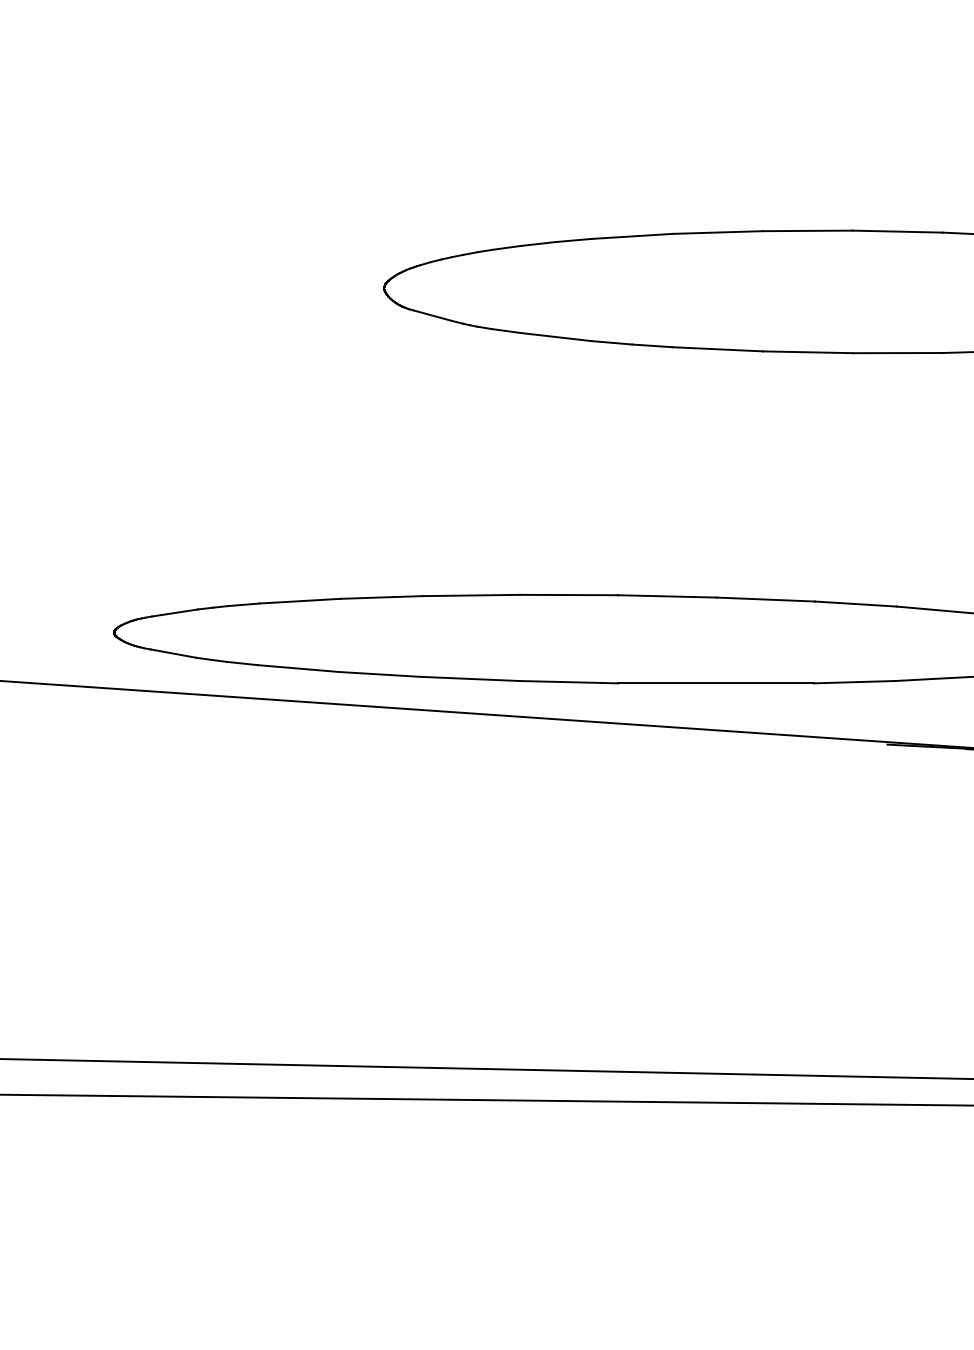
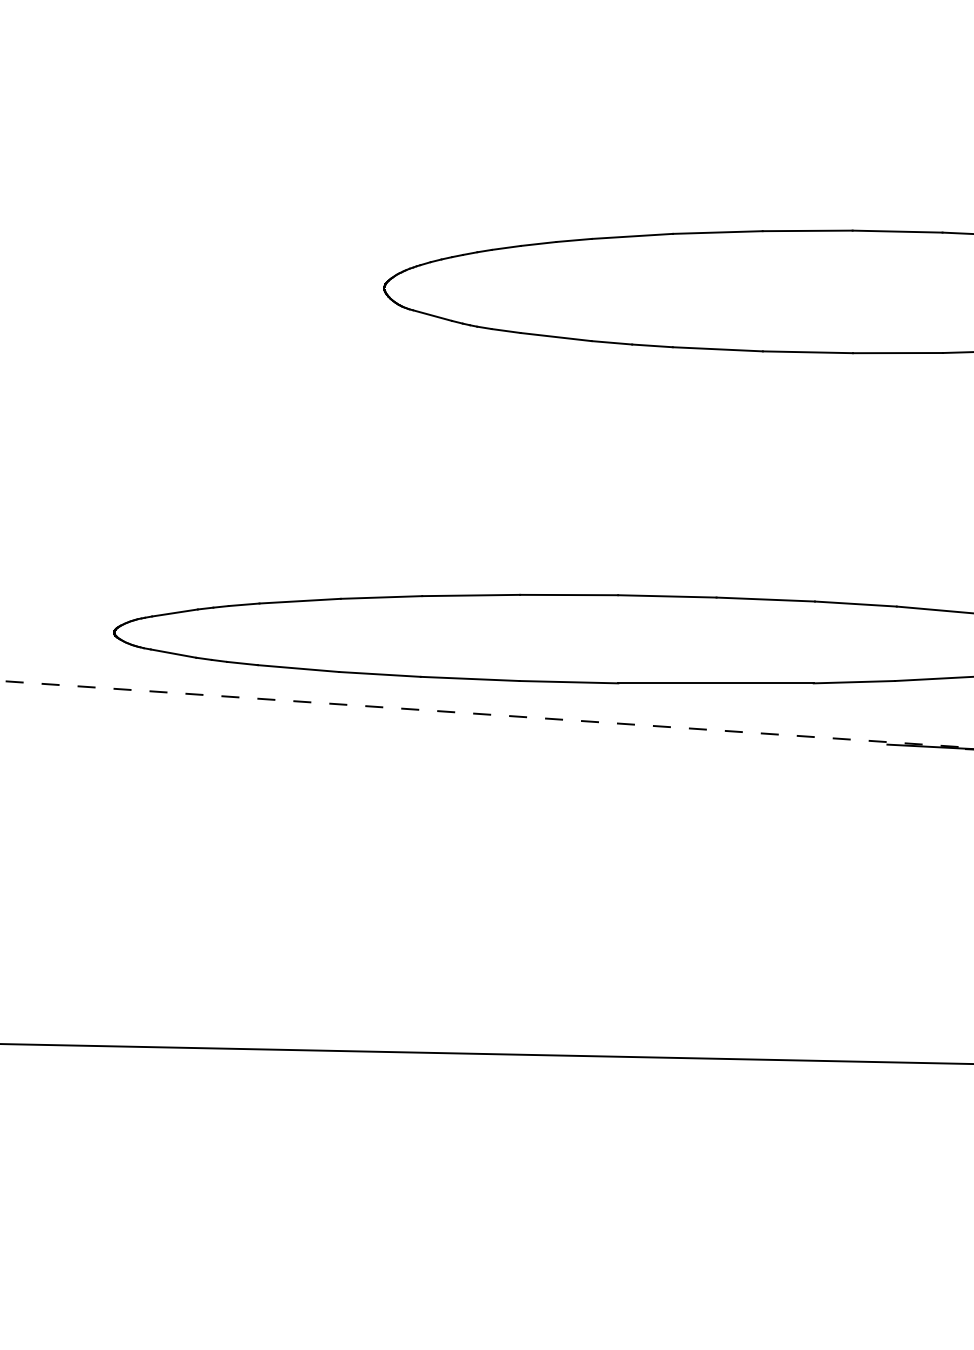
line at (487, 714): solid -> dashed
line at (486, 1068) position: (486, 1068) -> (486, 1053)
line at (486, 1099): present -> none
